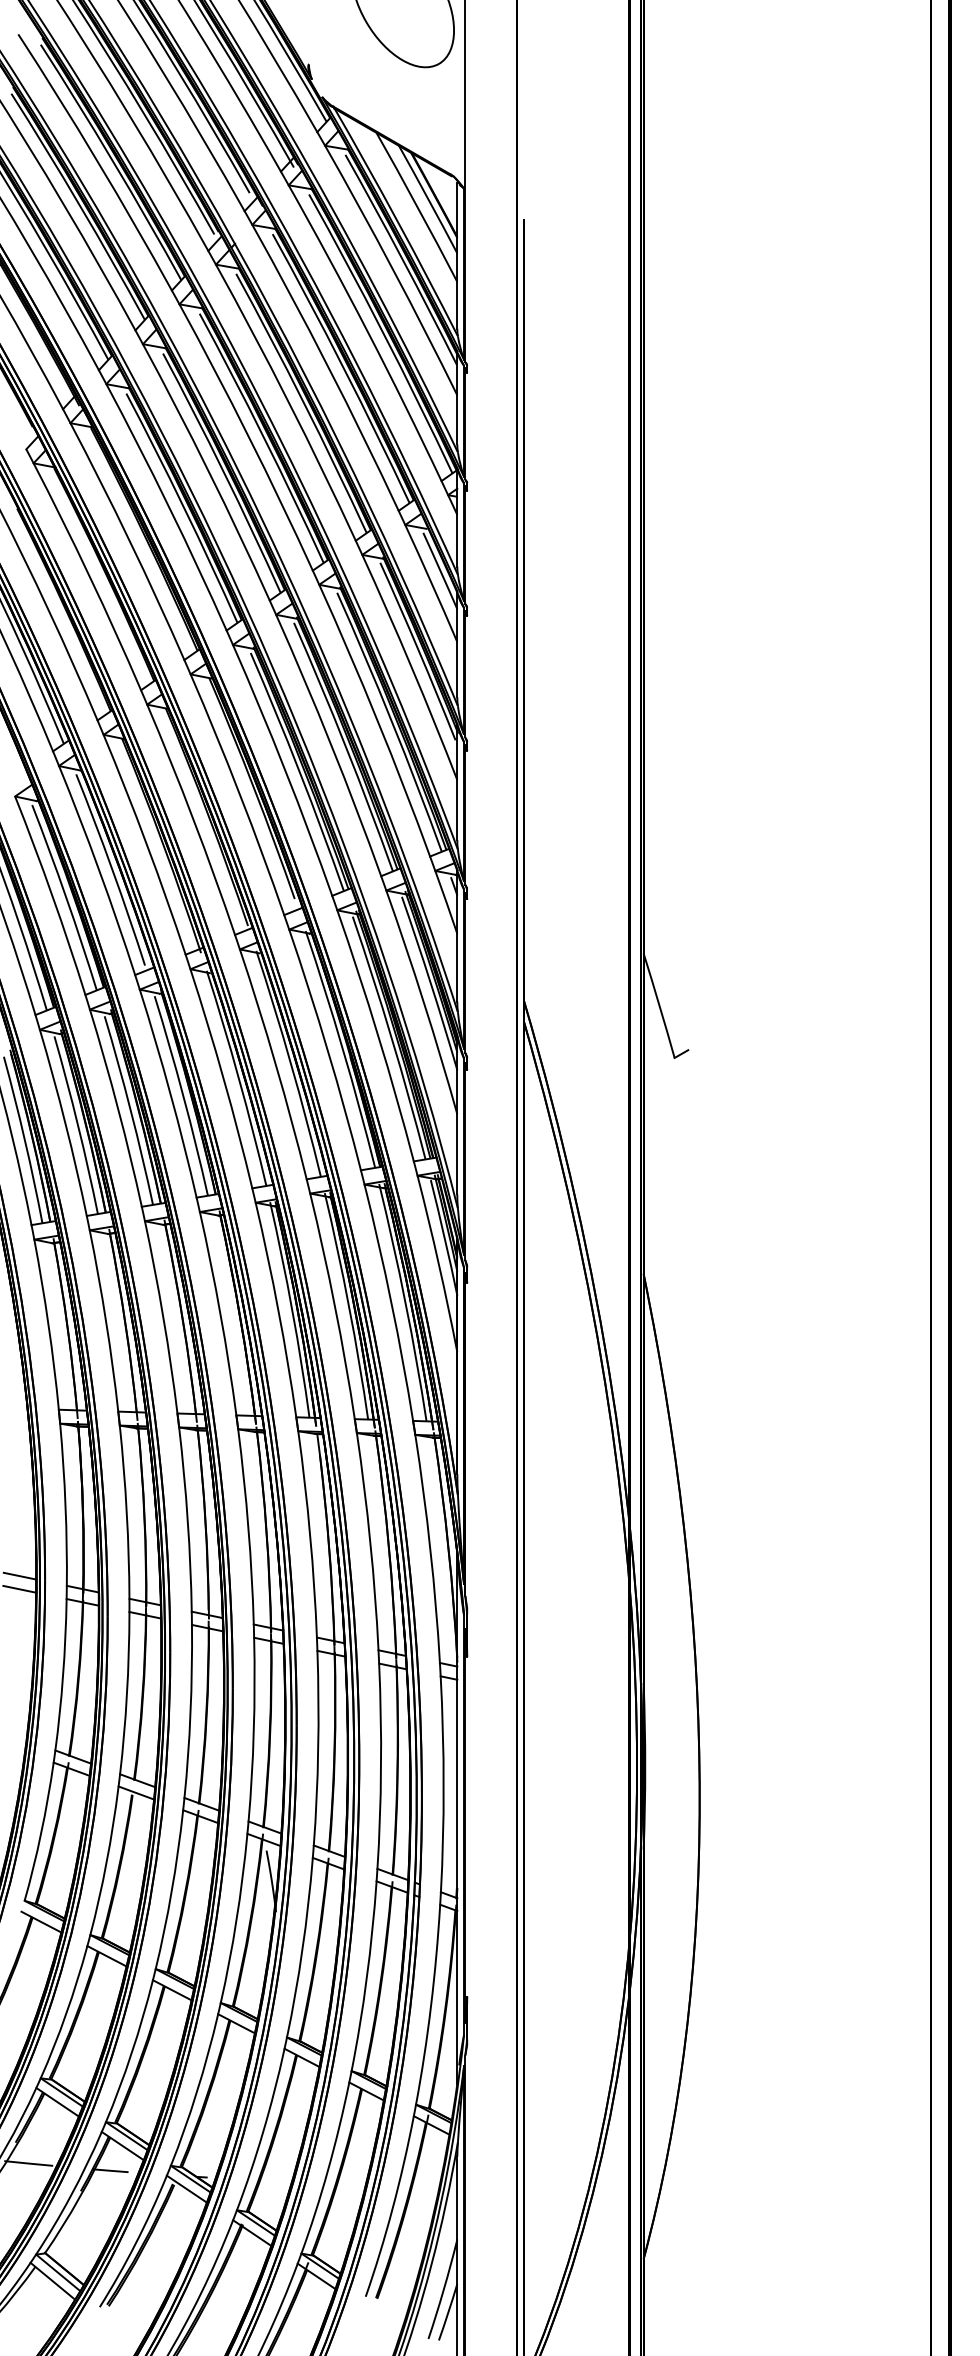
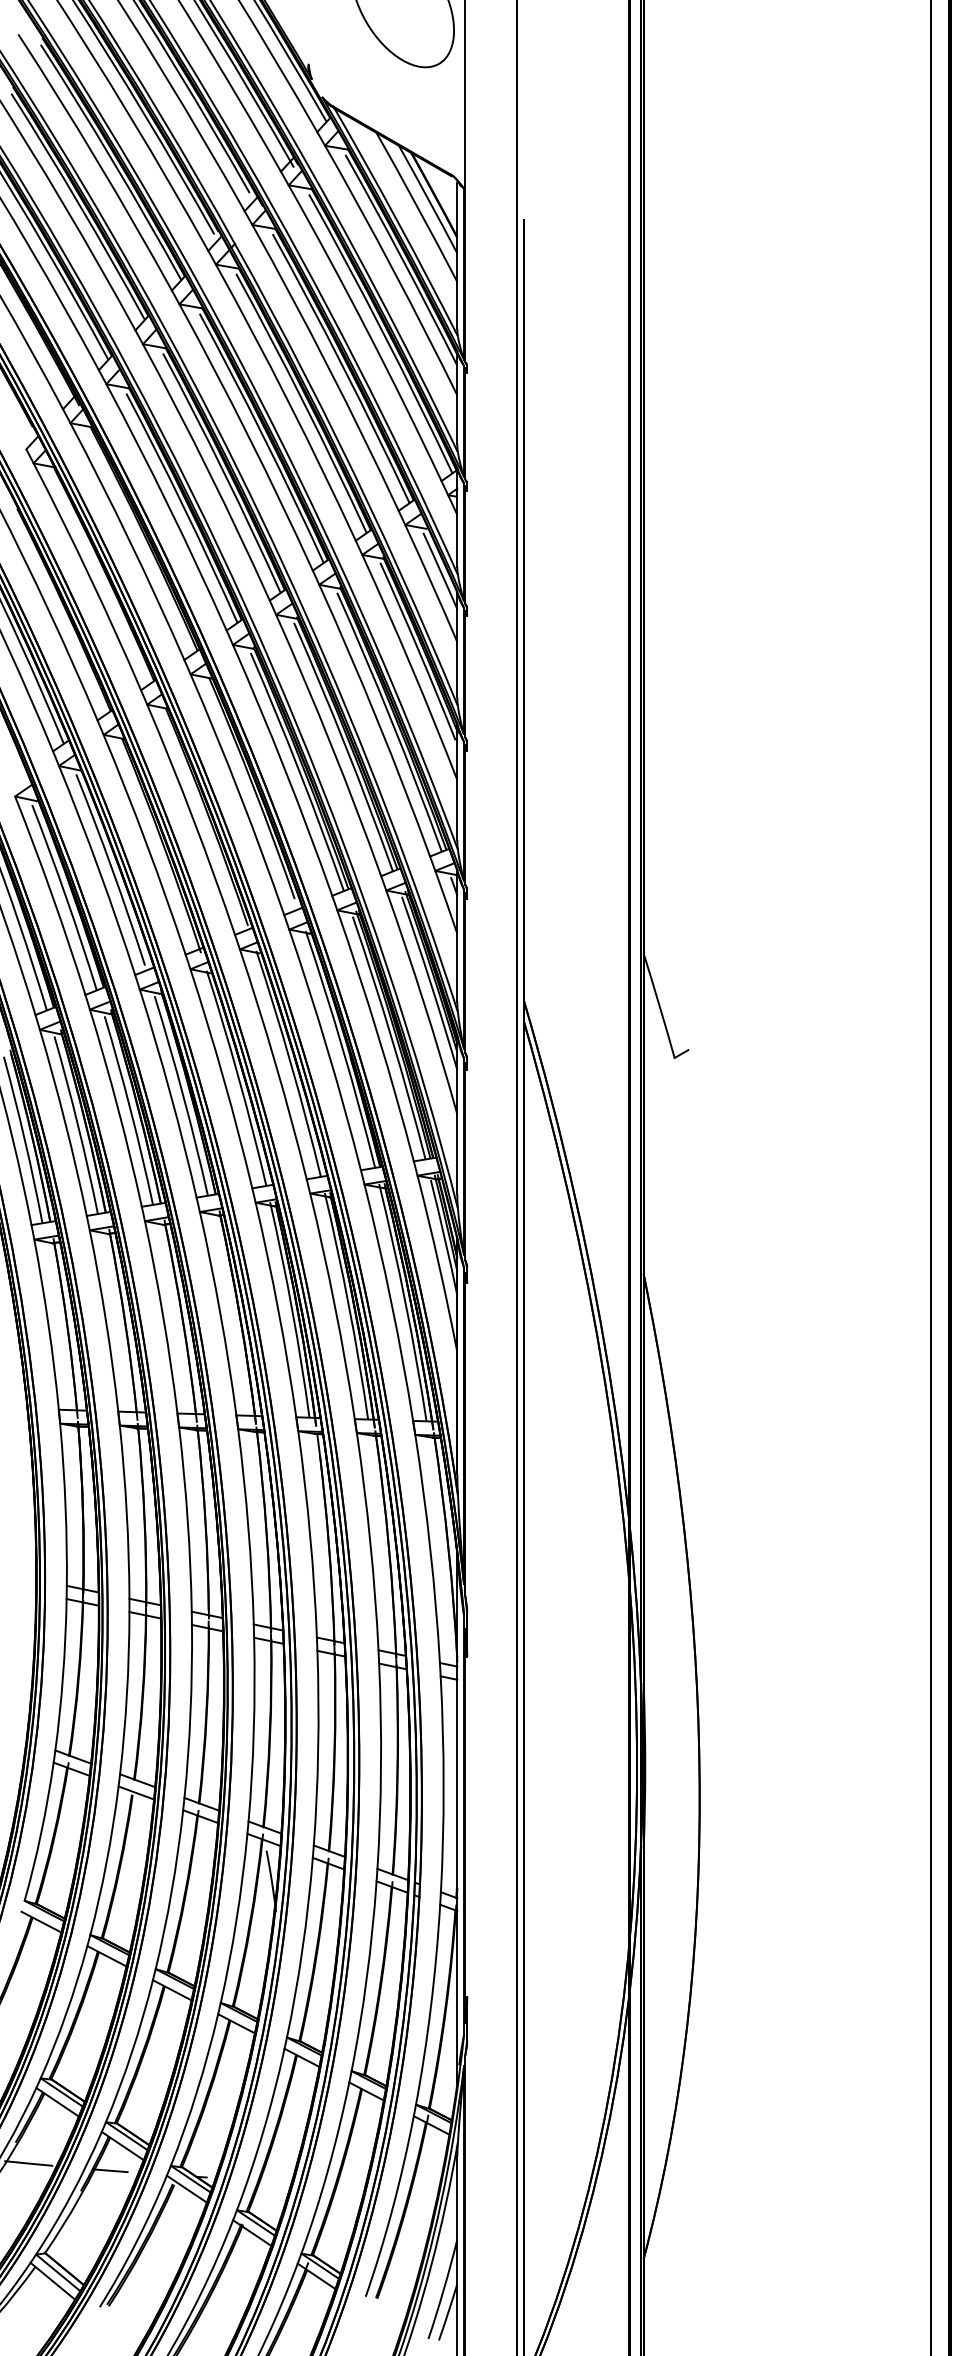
line at (19, 1575): present -> none
line at (19, 1588): present -> none
